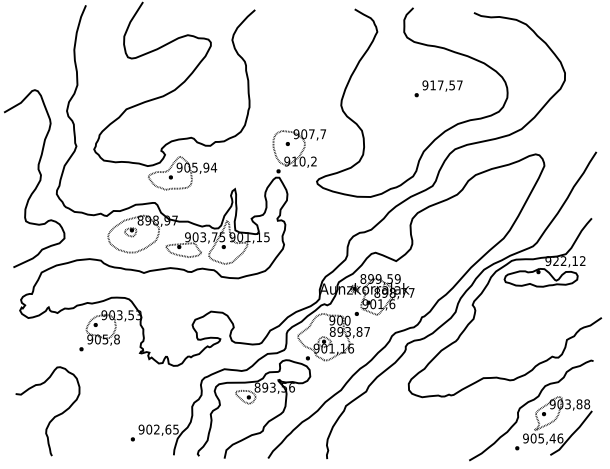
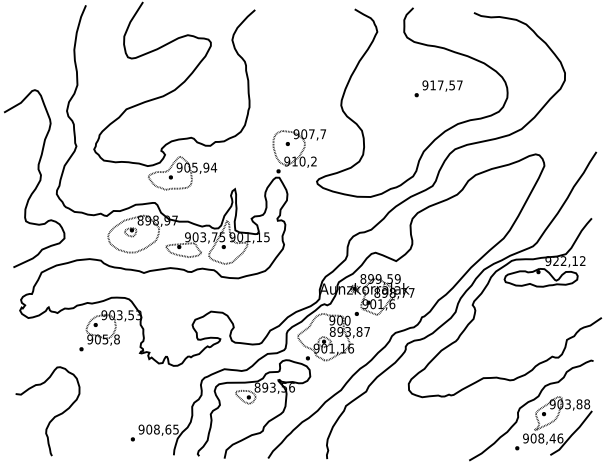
text at (156, 429): 902,65 -> 908,65
text at (541, 438): 905,46 -> 908,46
